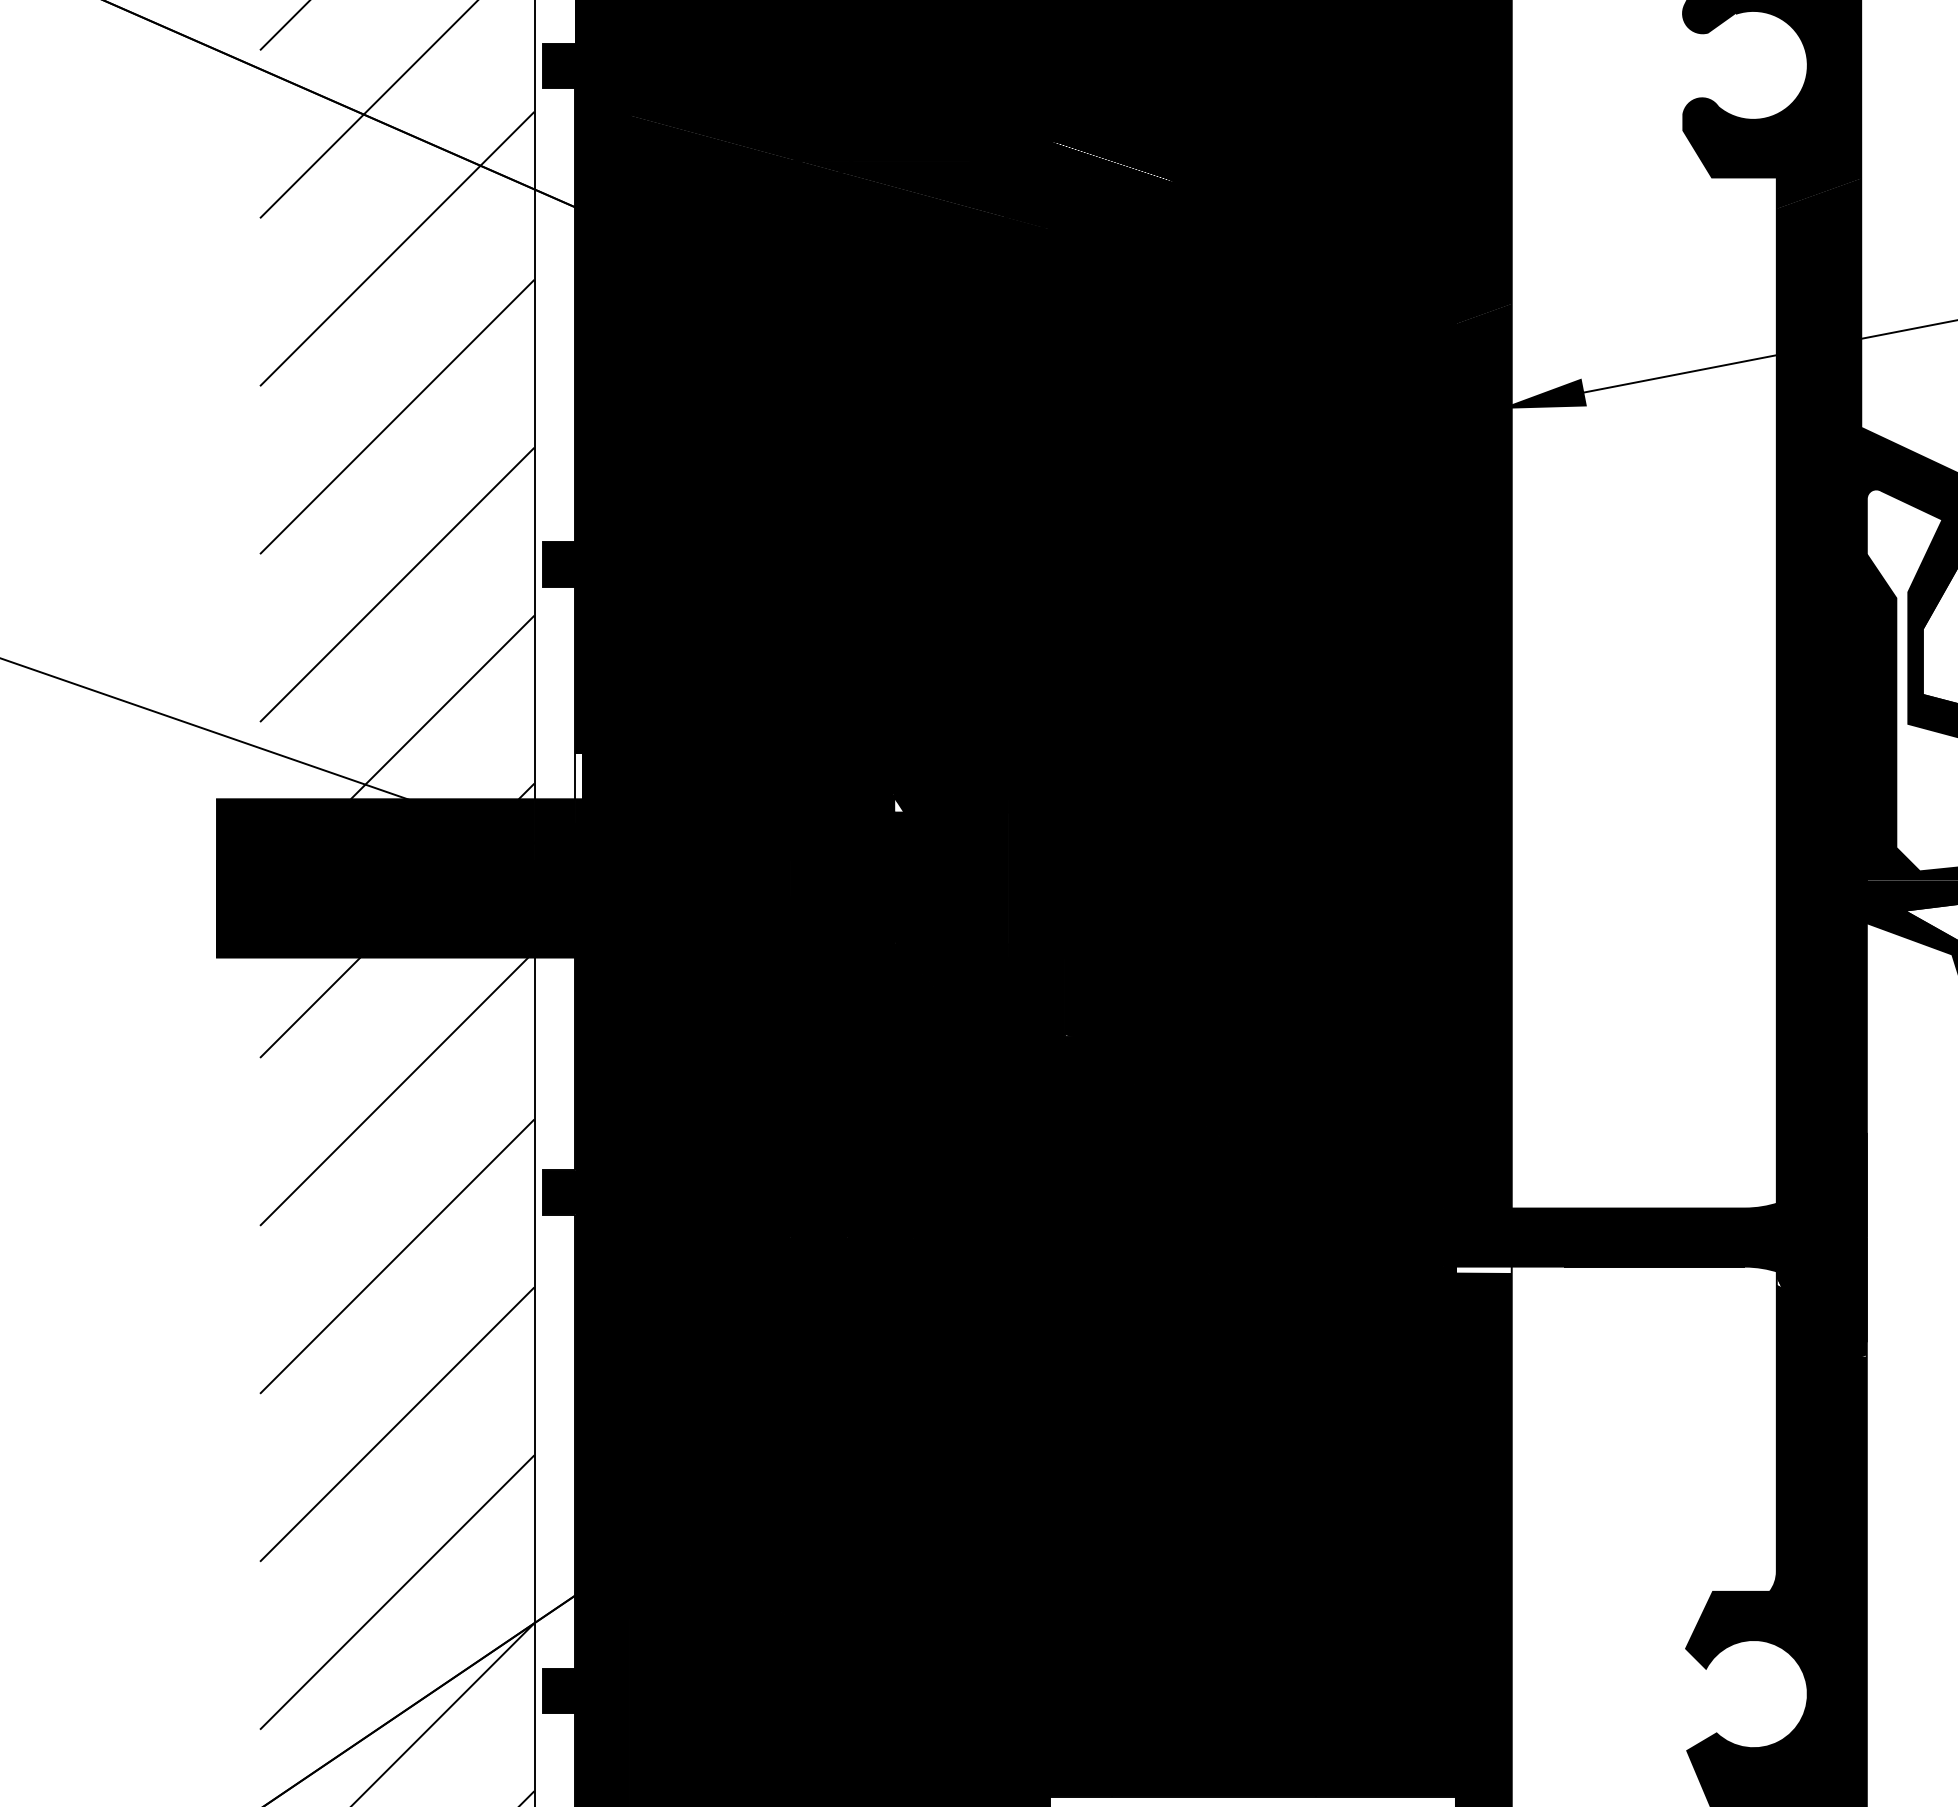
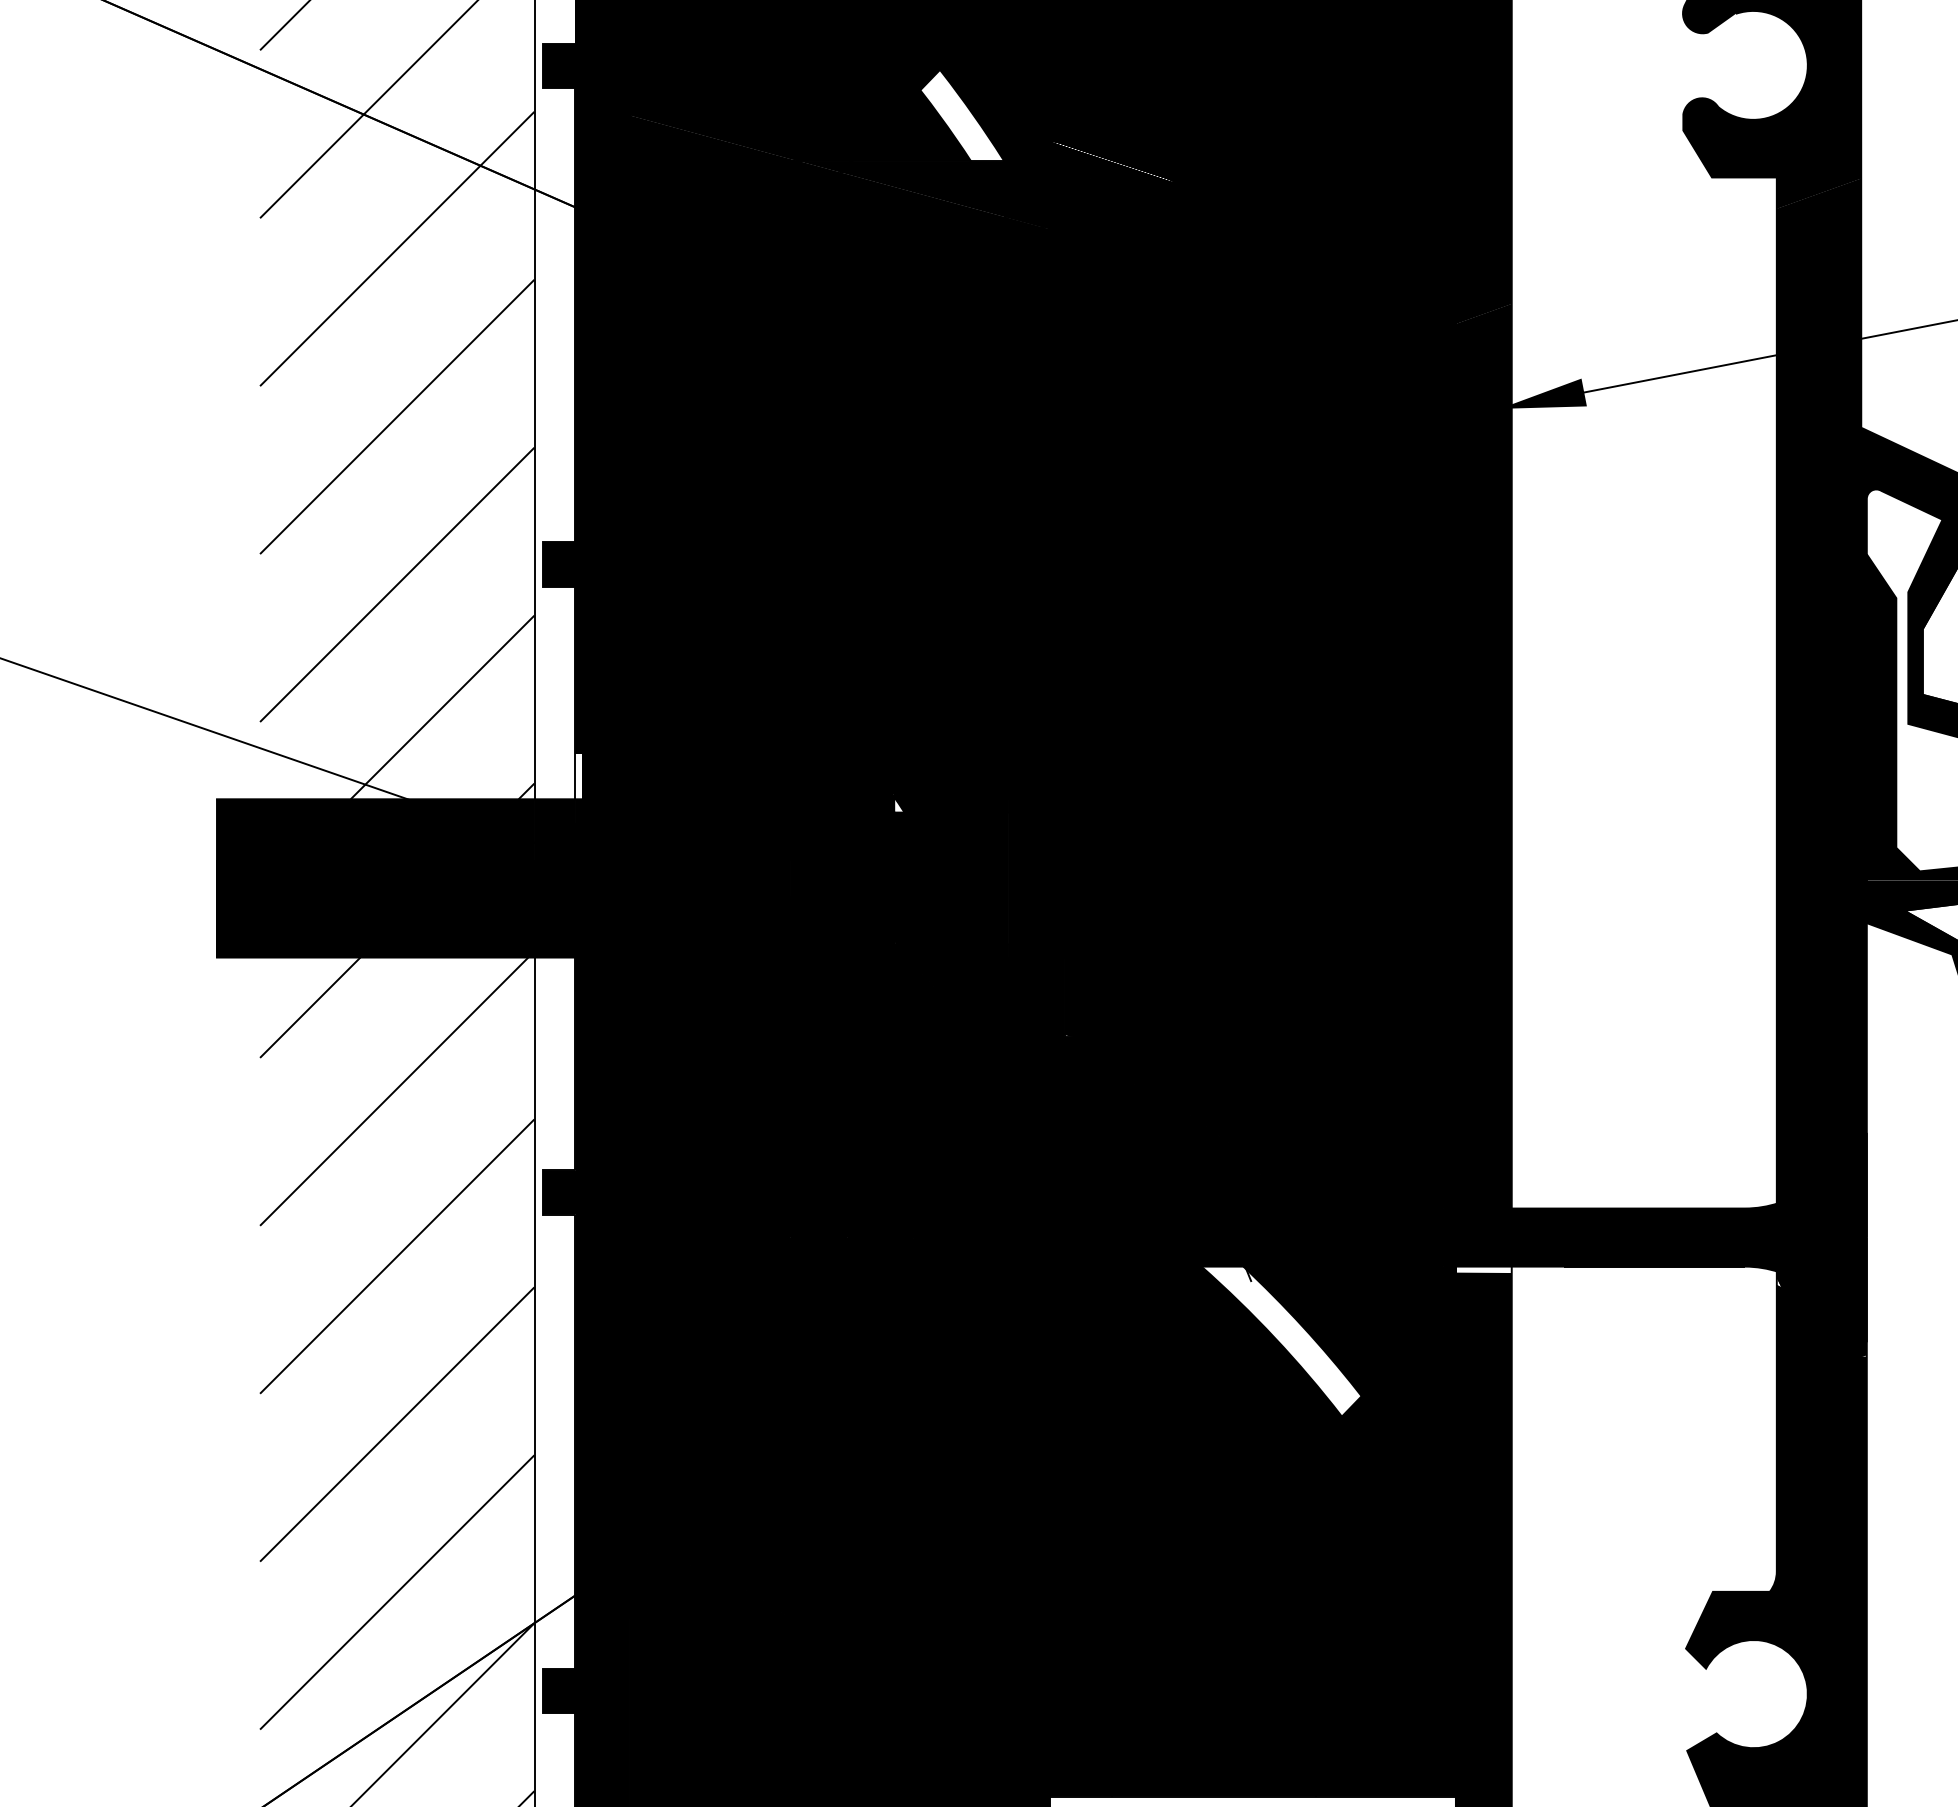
fill at (962, 115): present -> none
fill at (1281, 1341): present -> none
